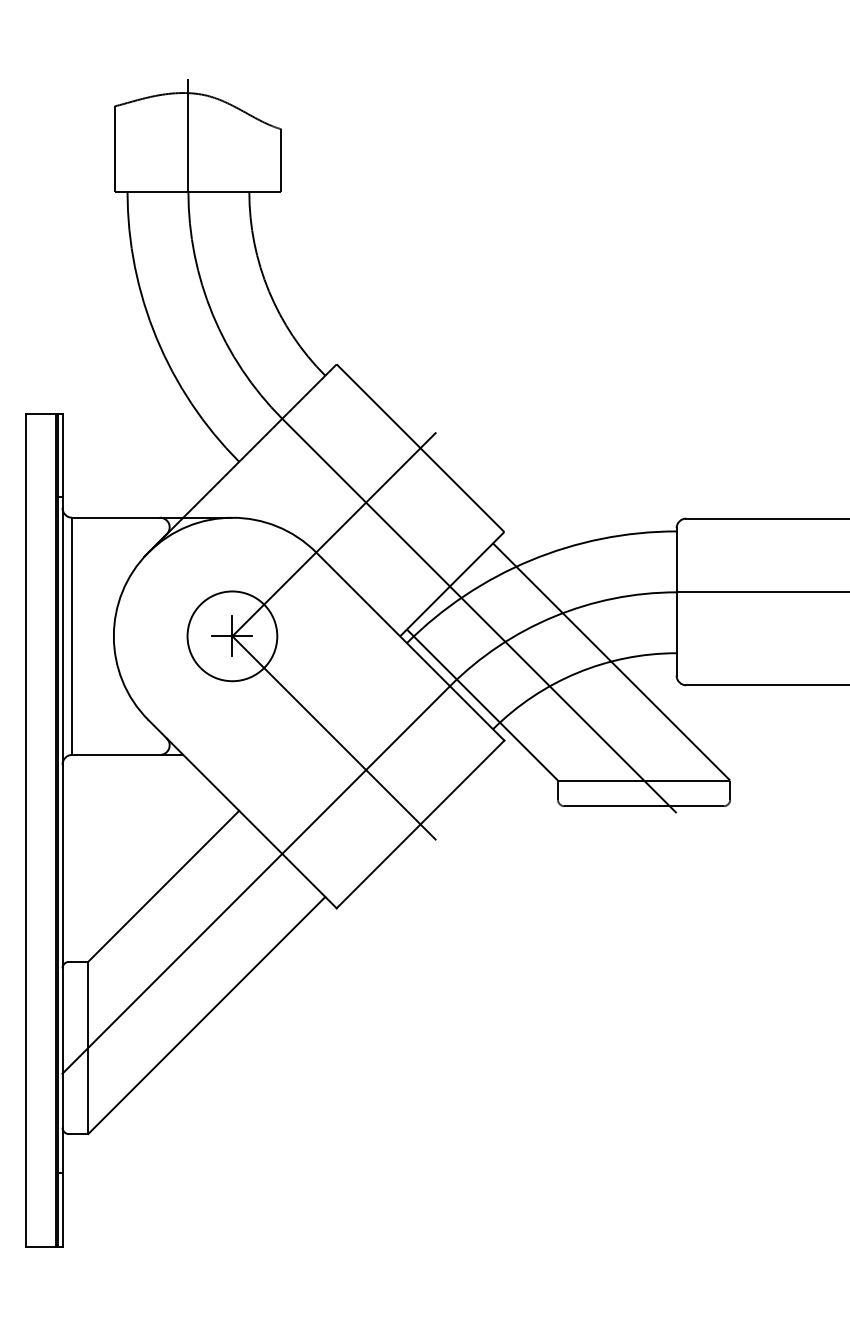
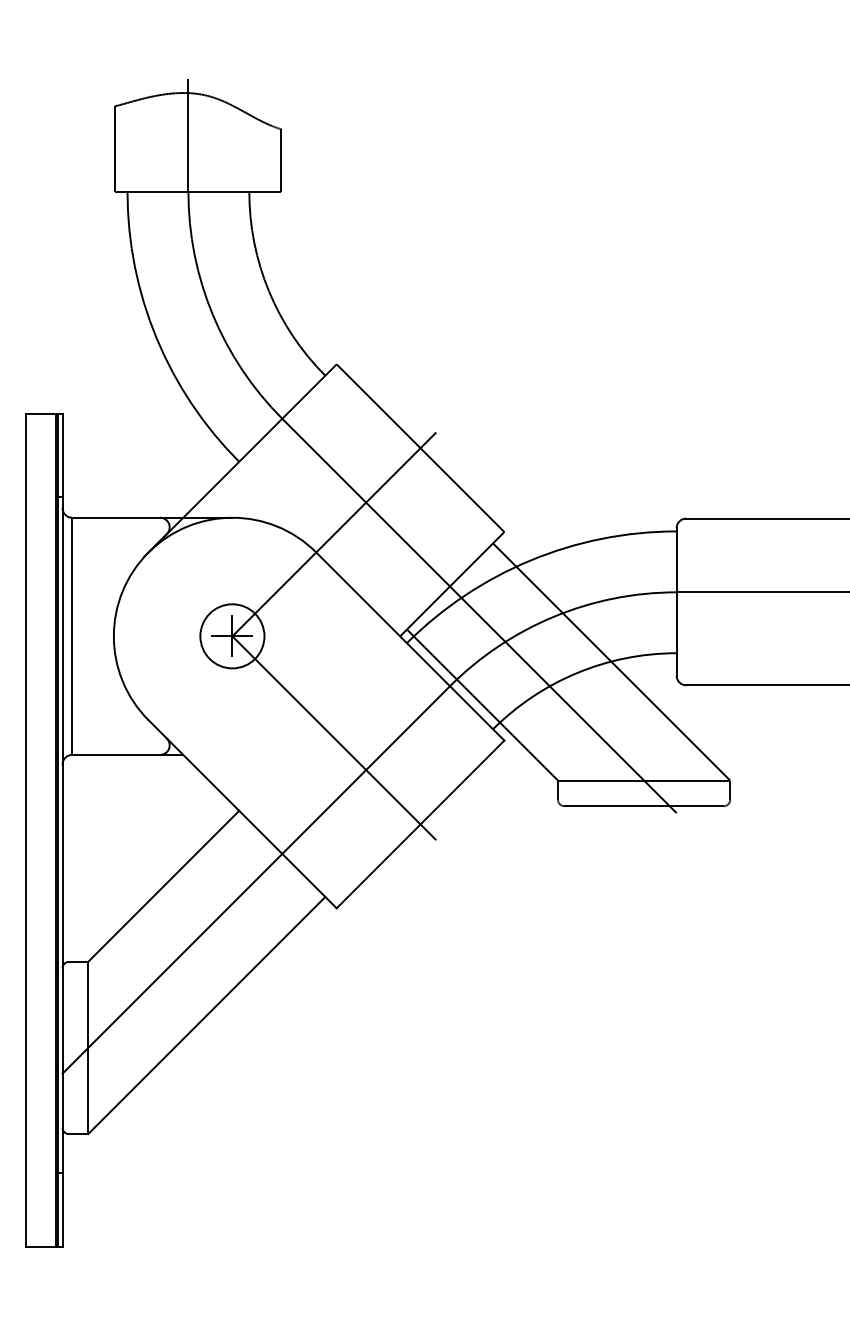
circle at (232, 636) diameter: 90 px -> 64 px
